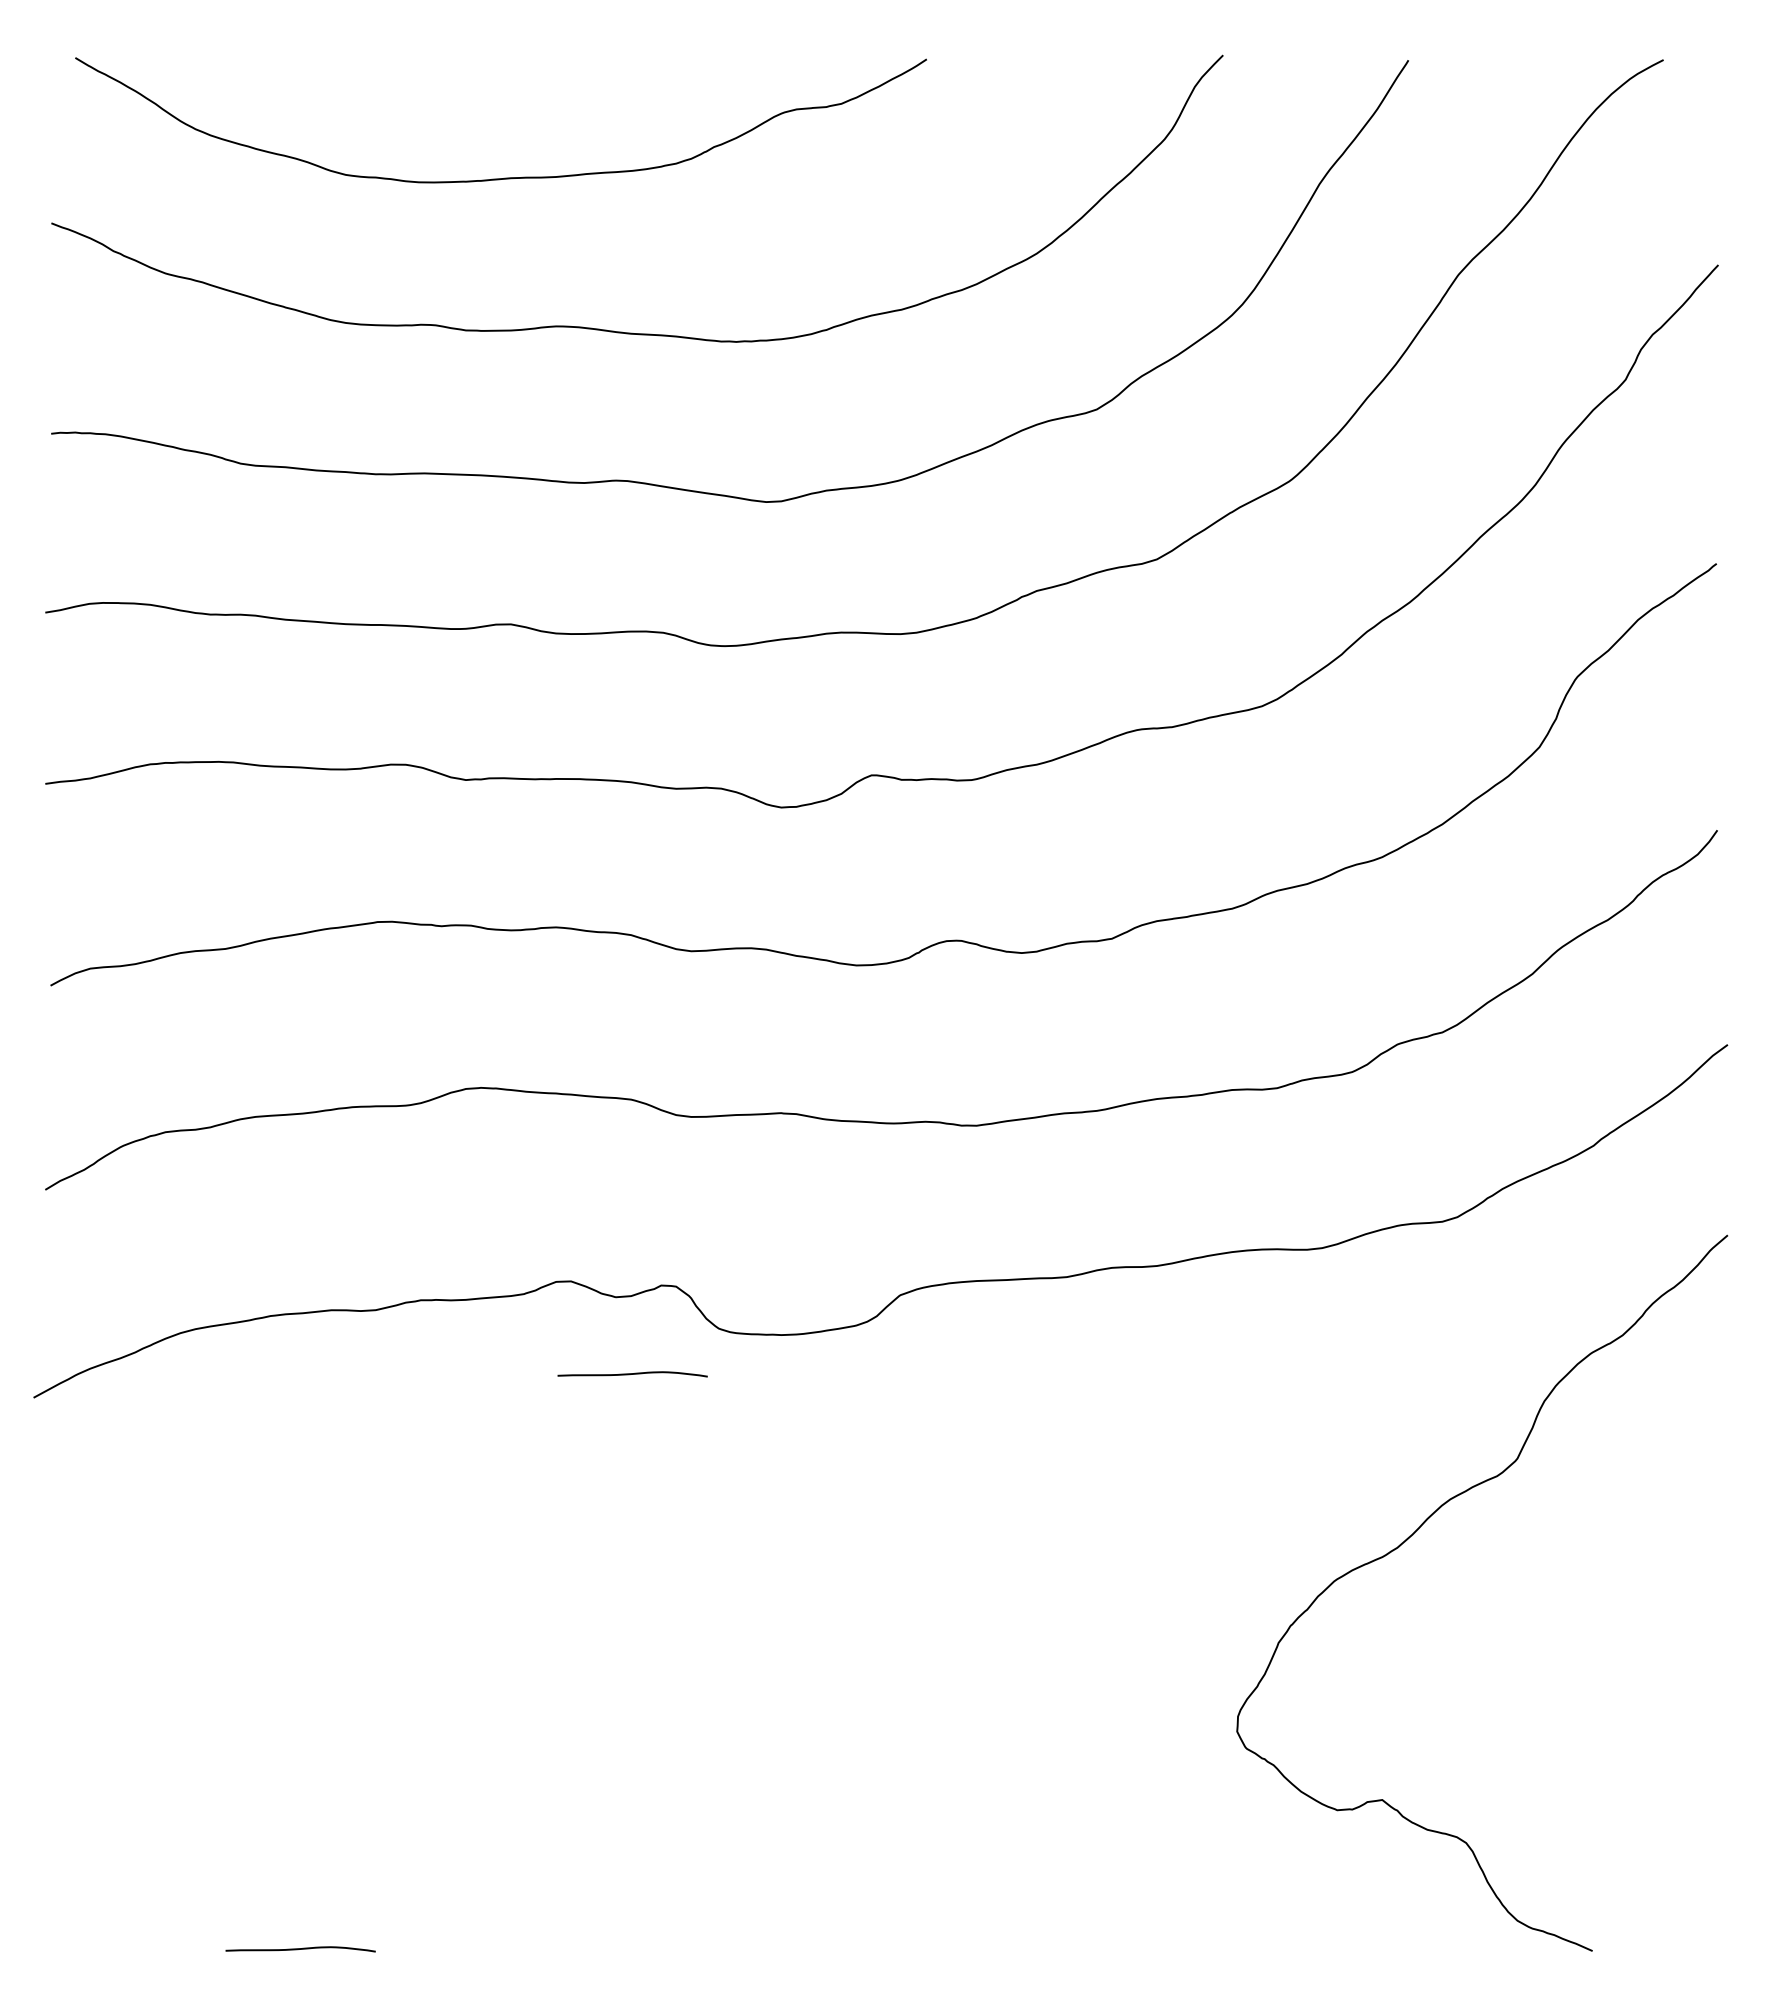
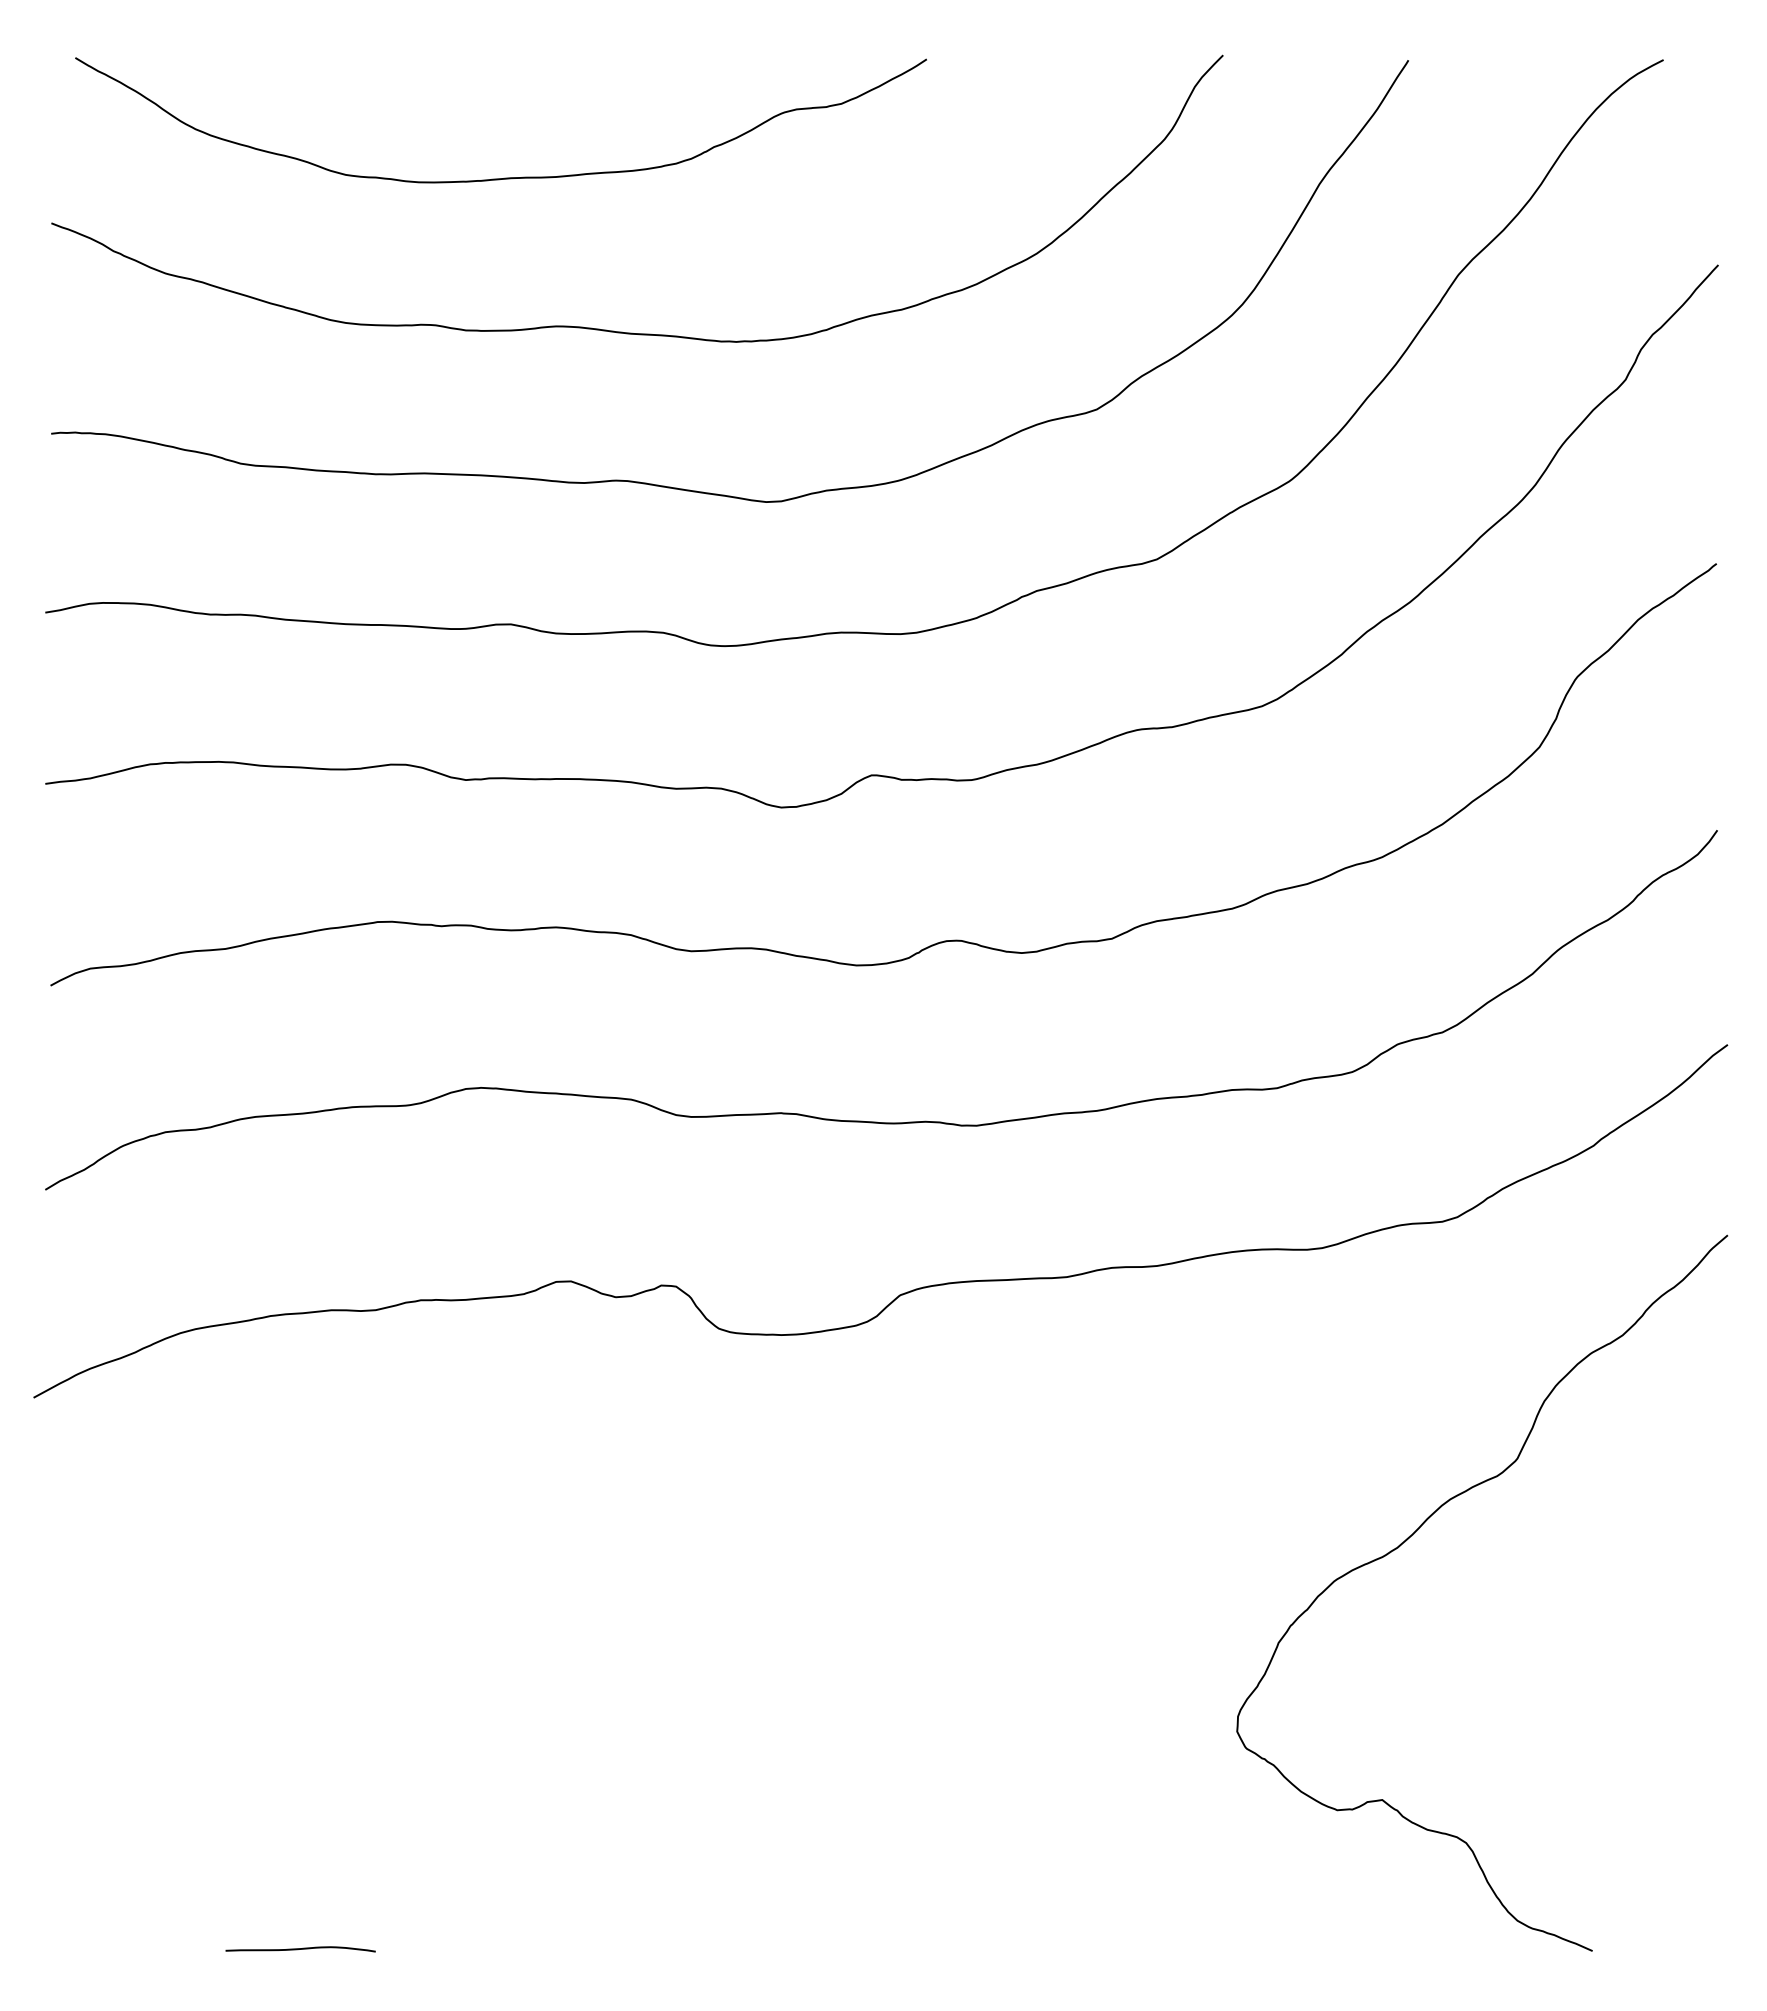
curve at (632, 1374): present -> none
